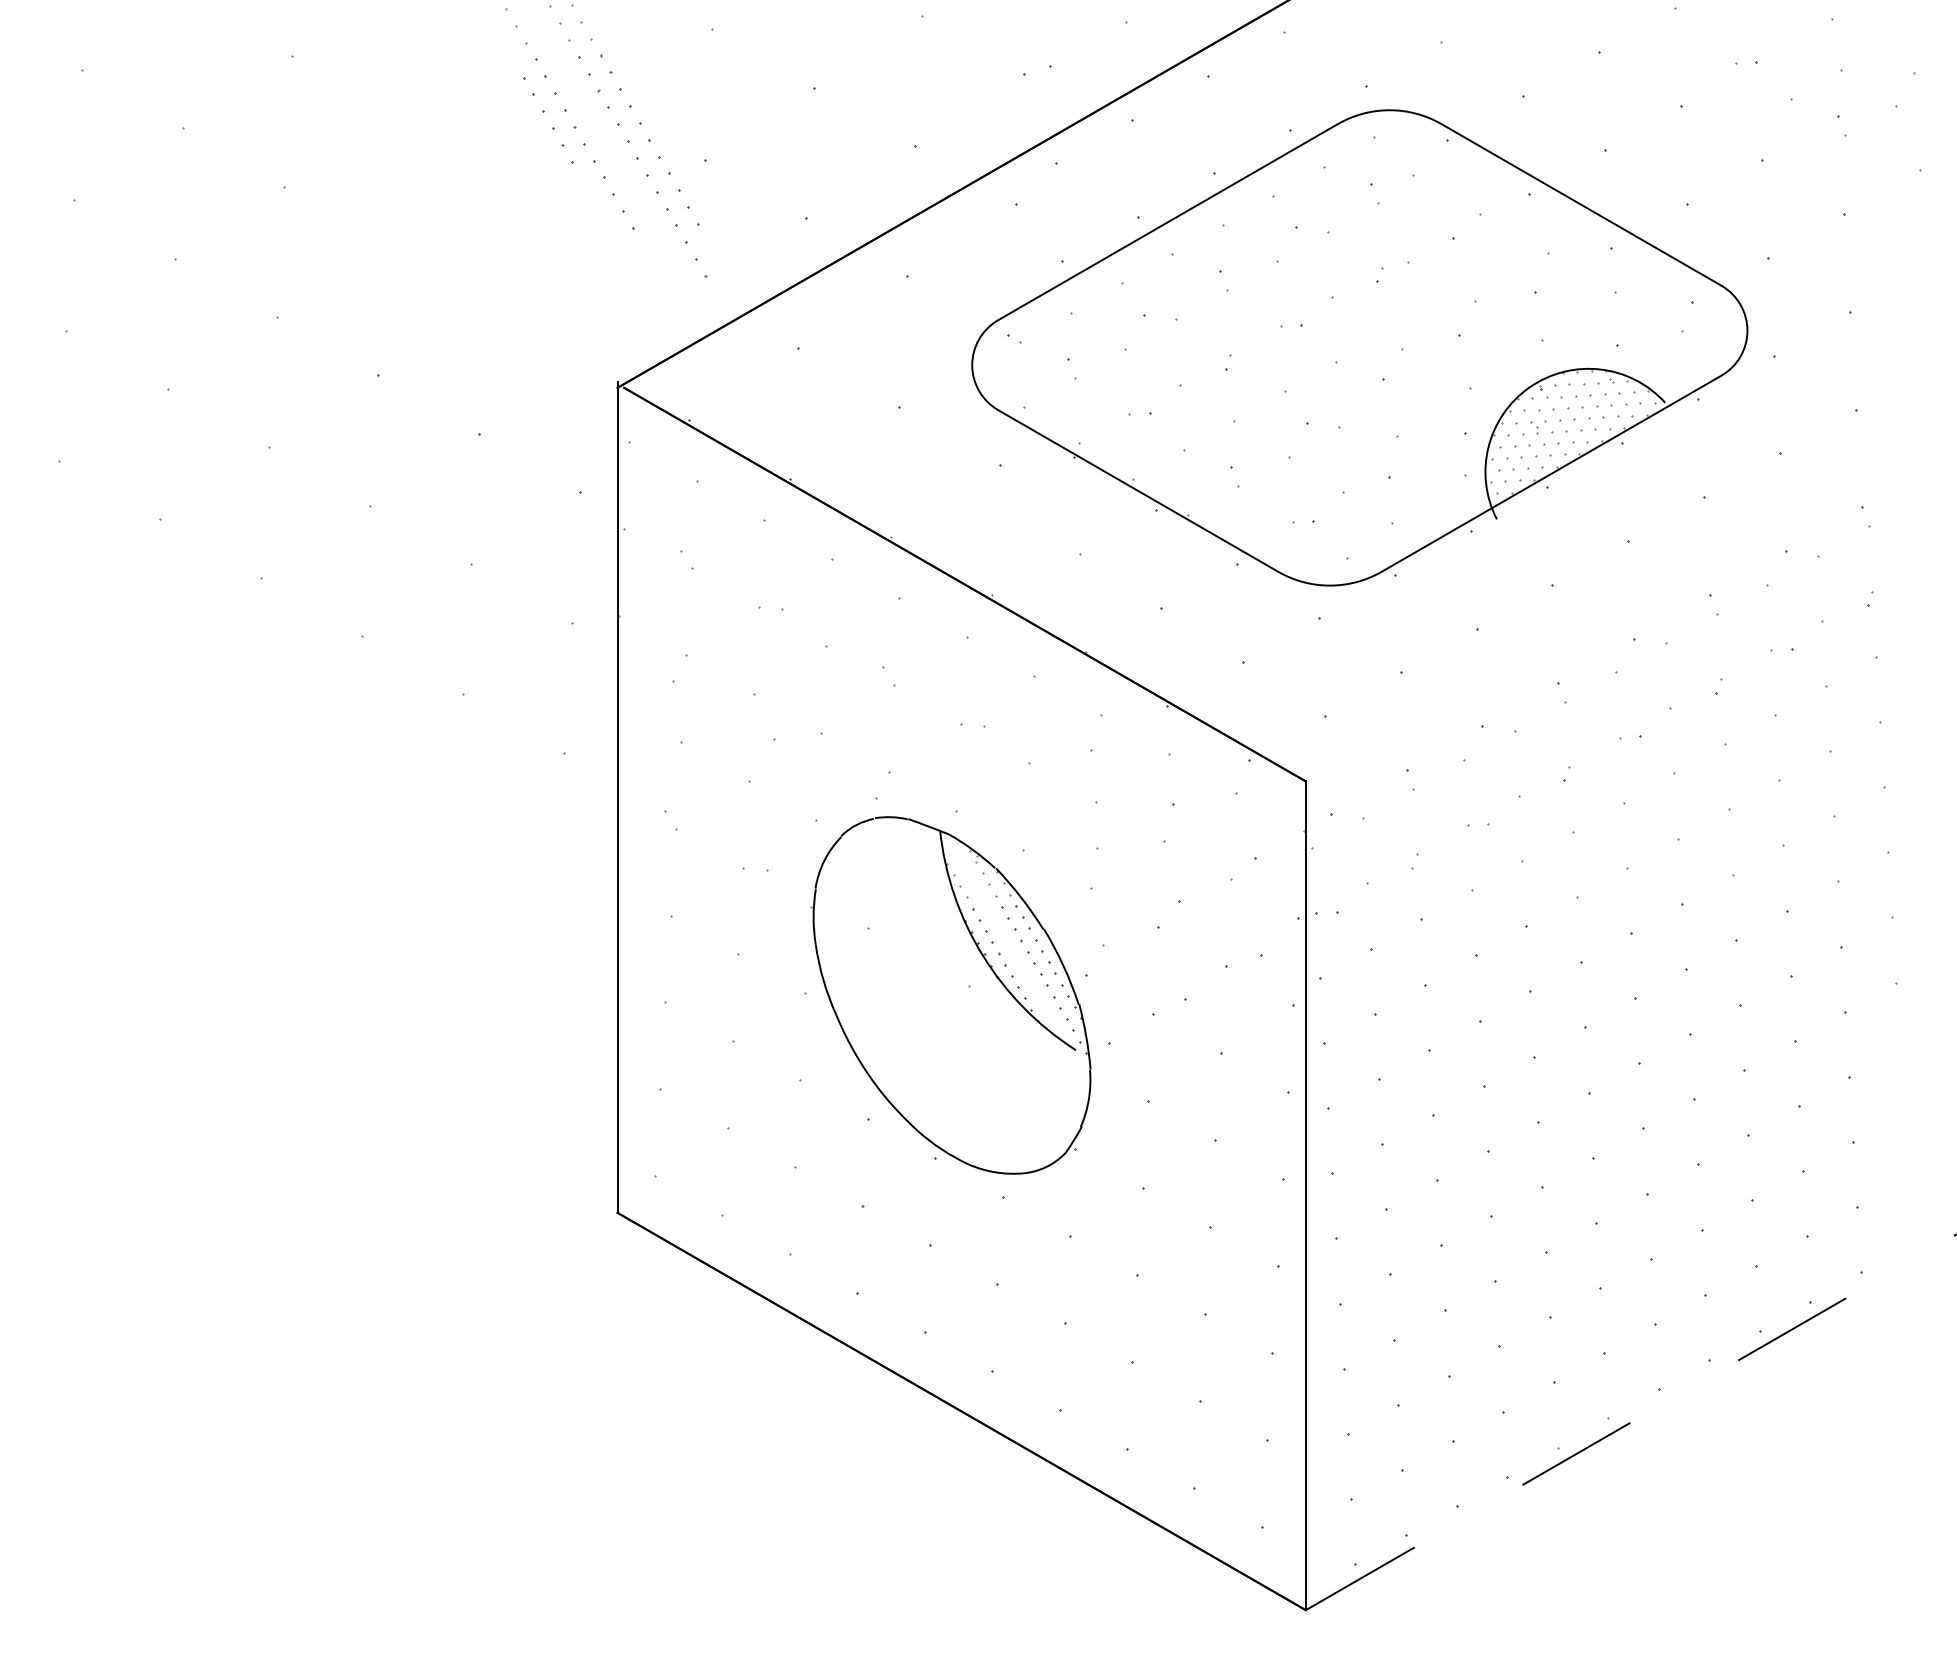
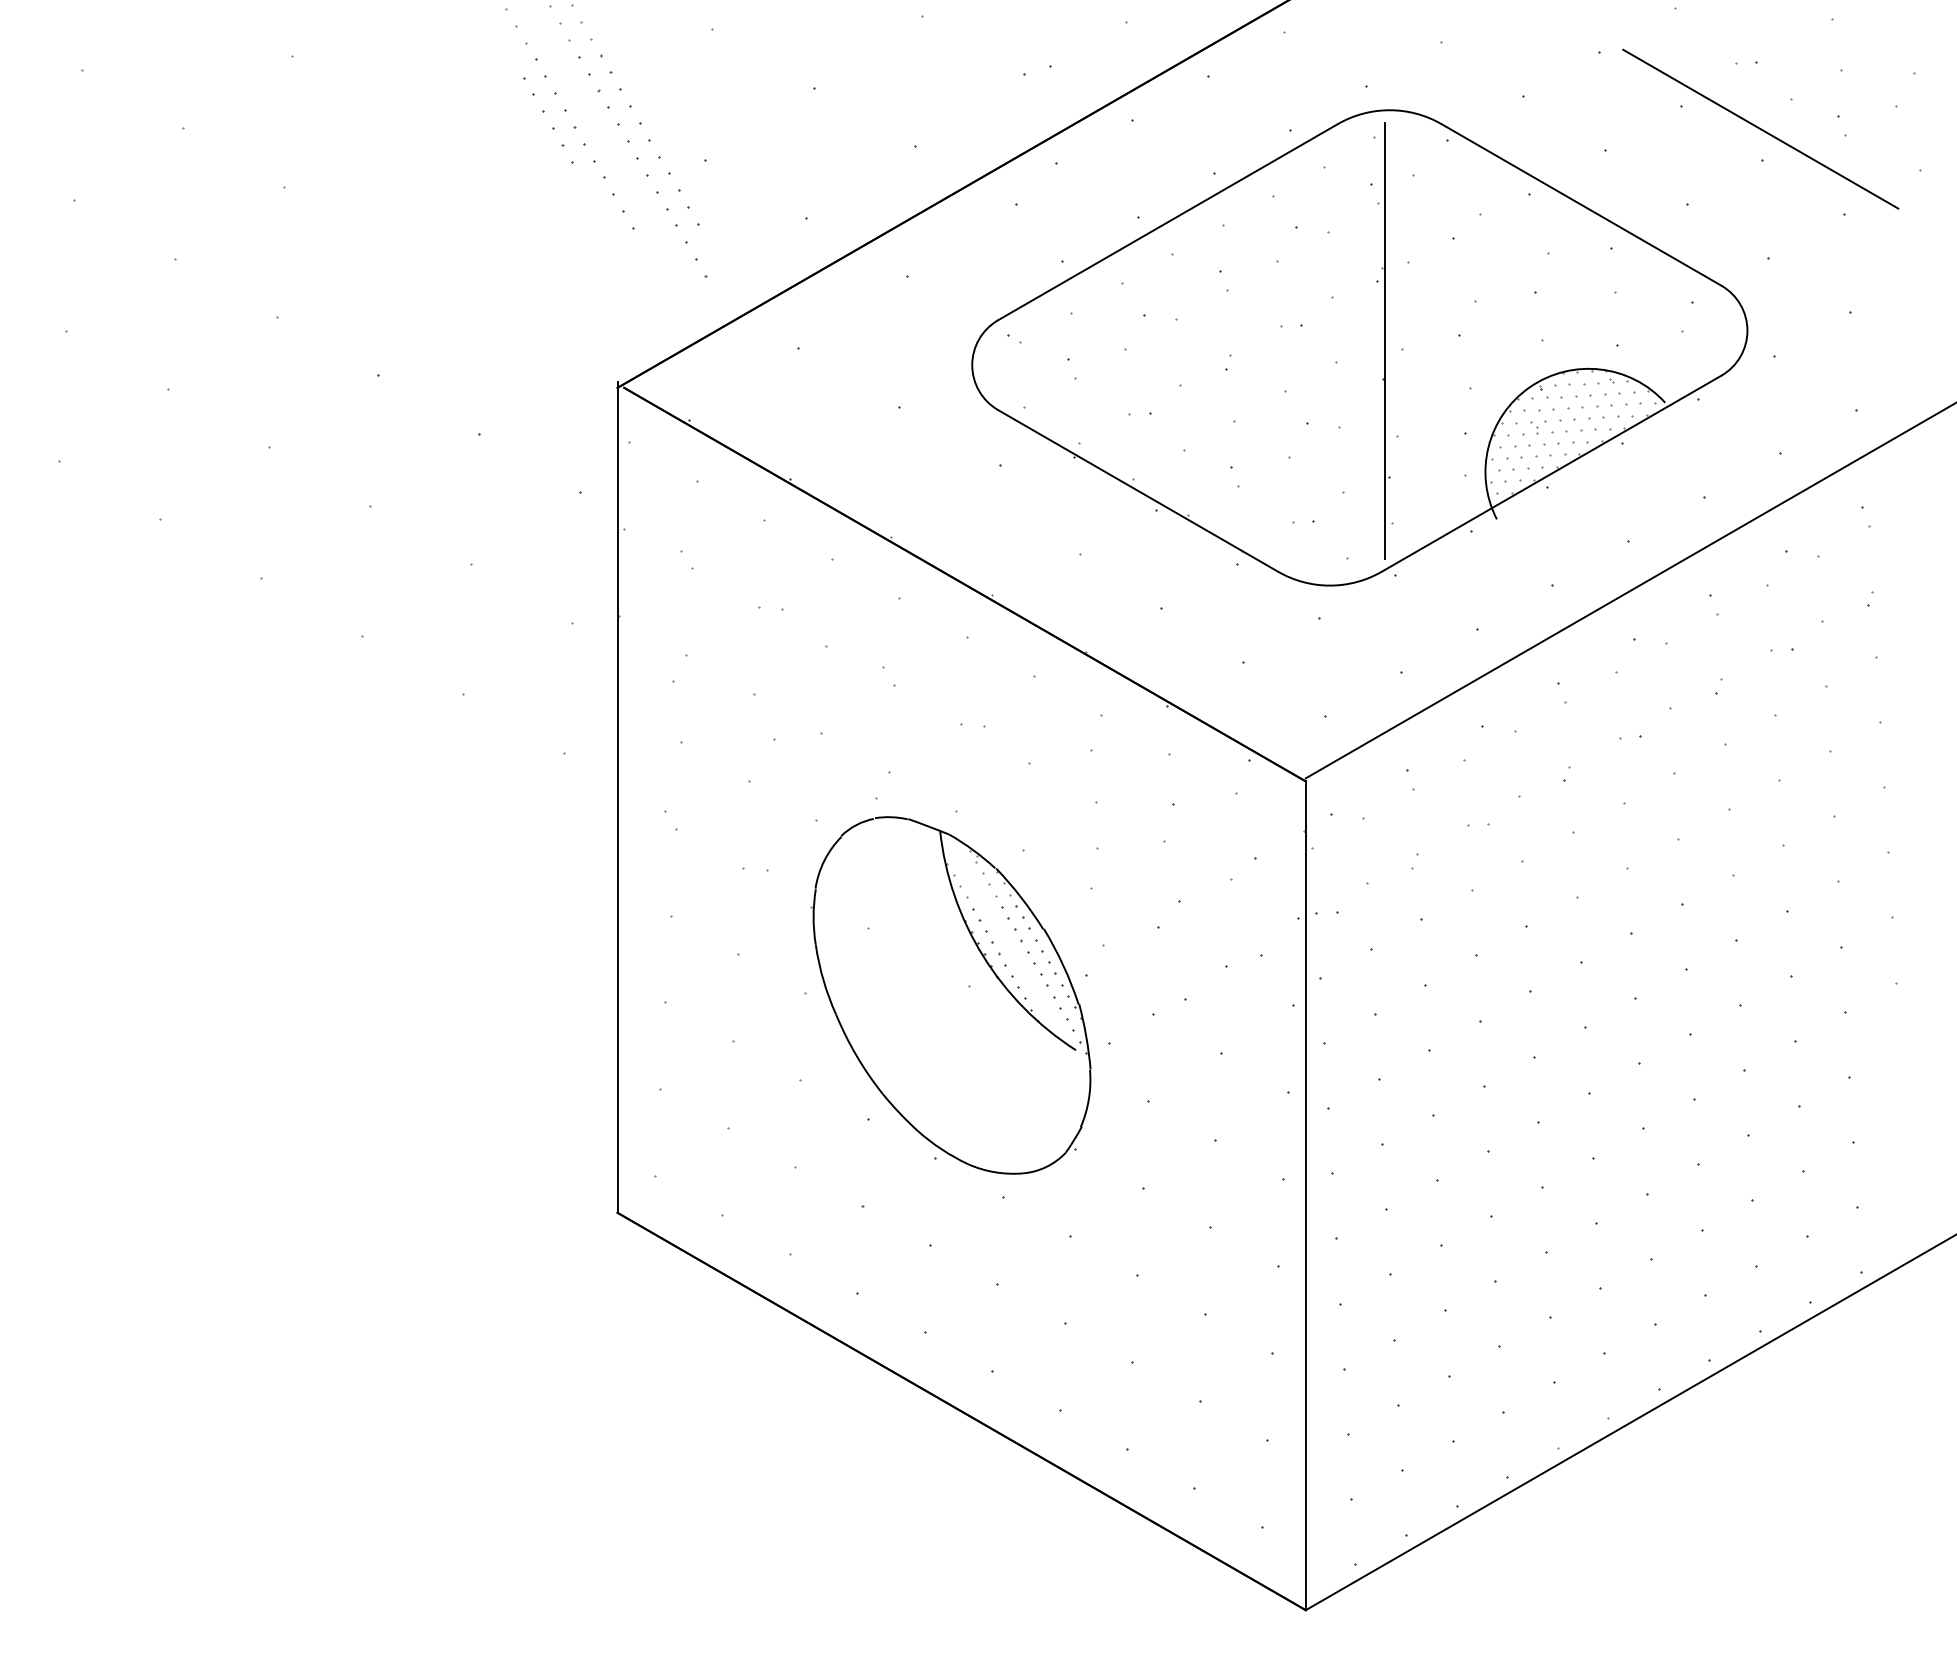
line at (1760, 128): none -> present
line at (1385, 340): none -> present
line at (1629, 591): none -> present
line at (1631, 1422): dashed -> solid
